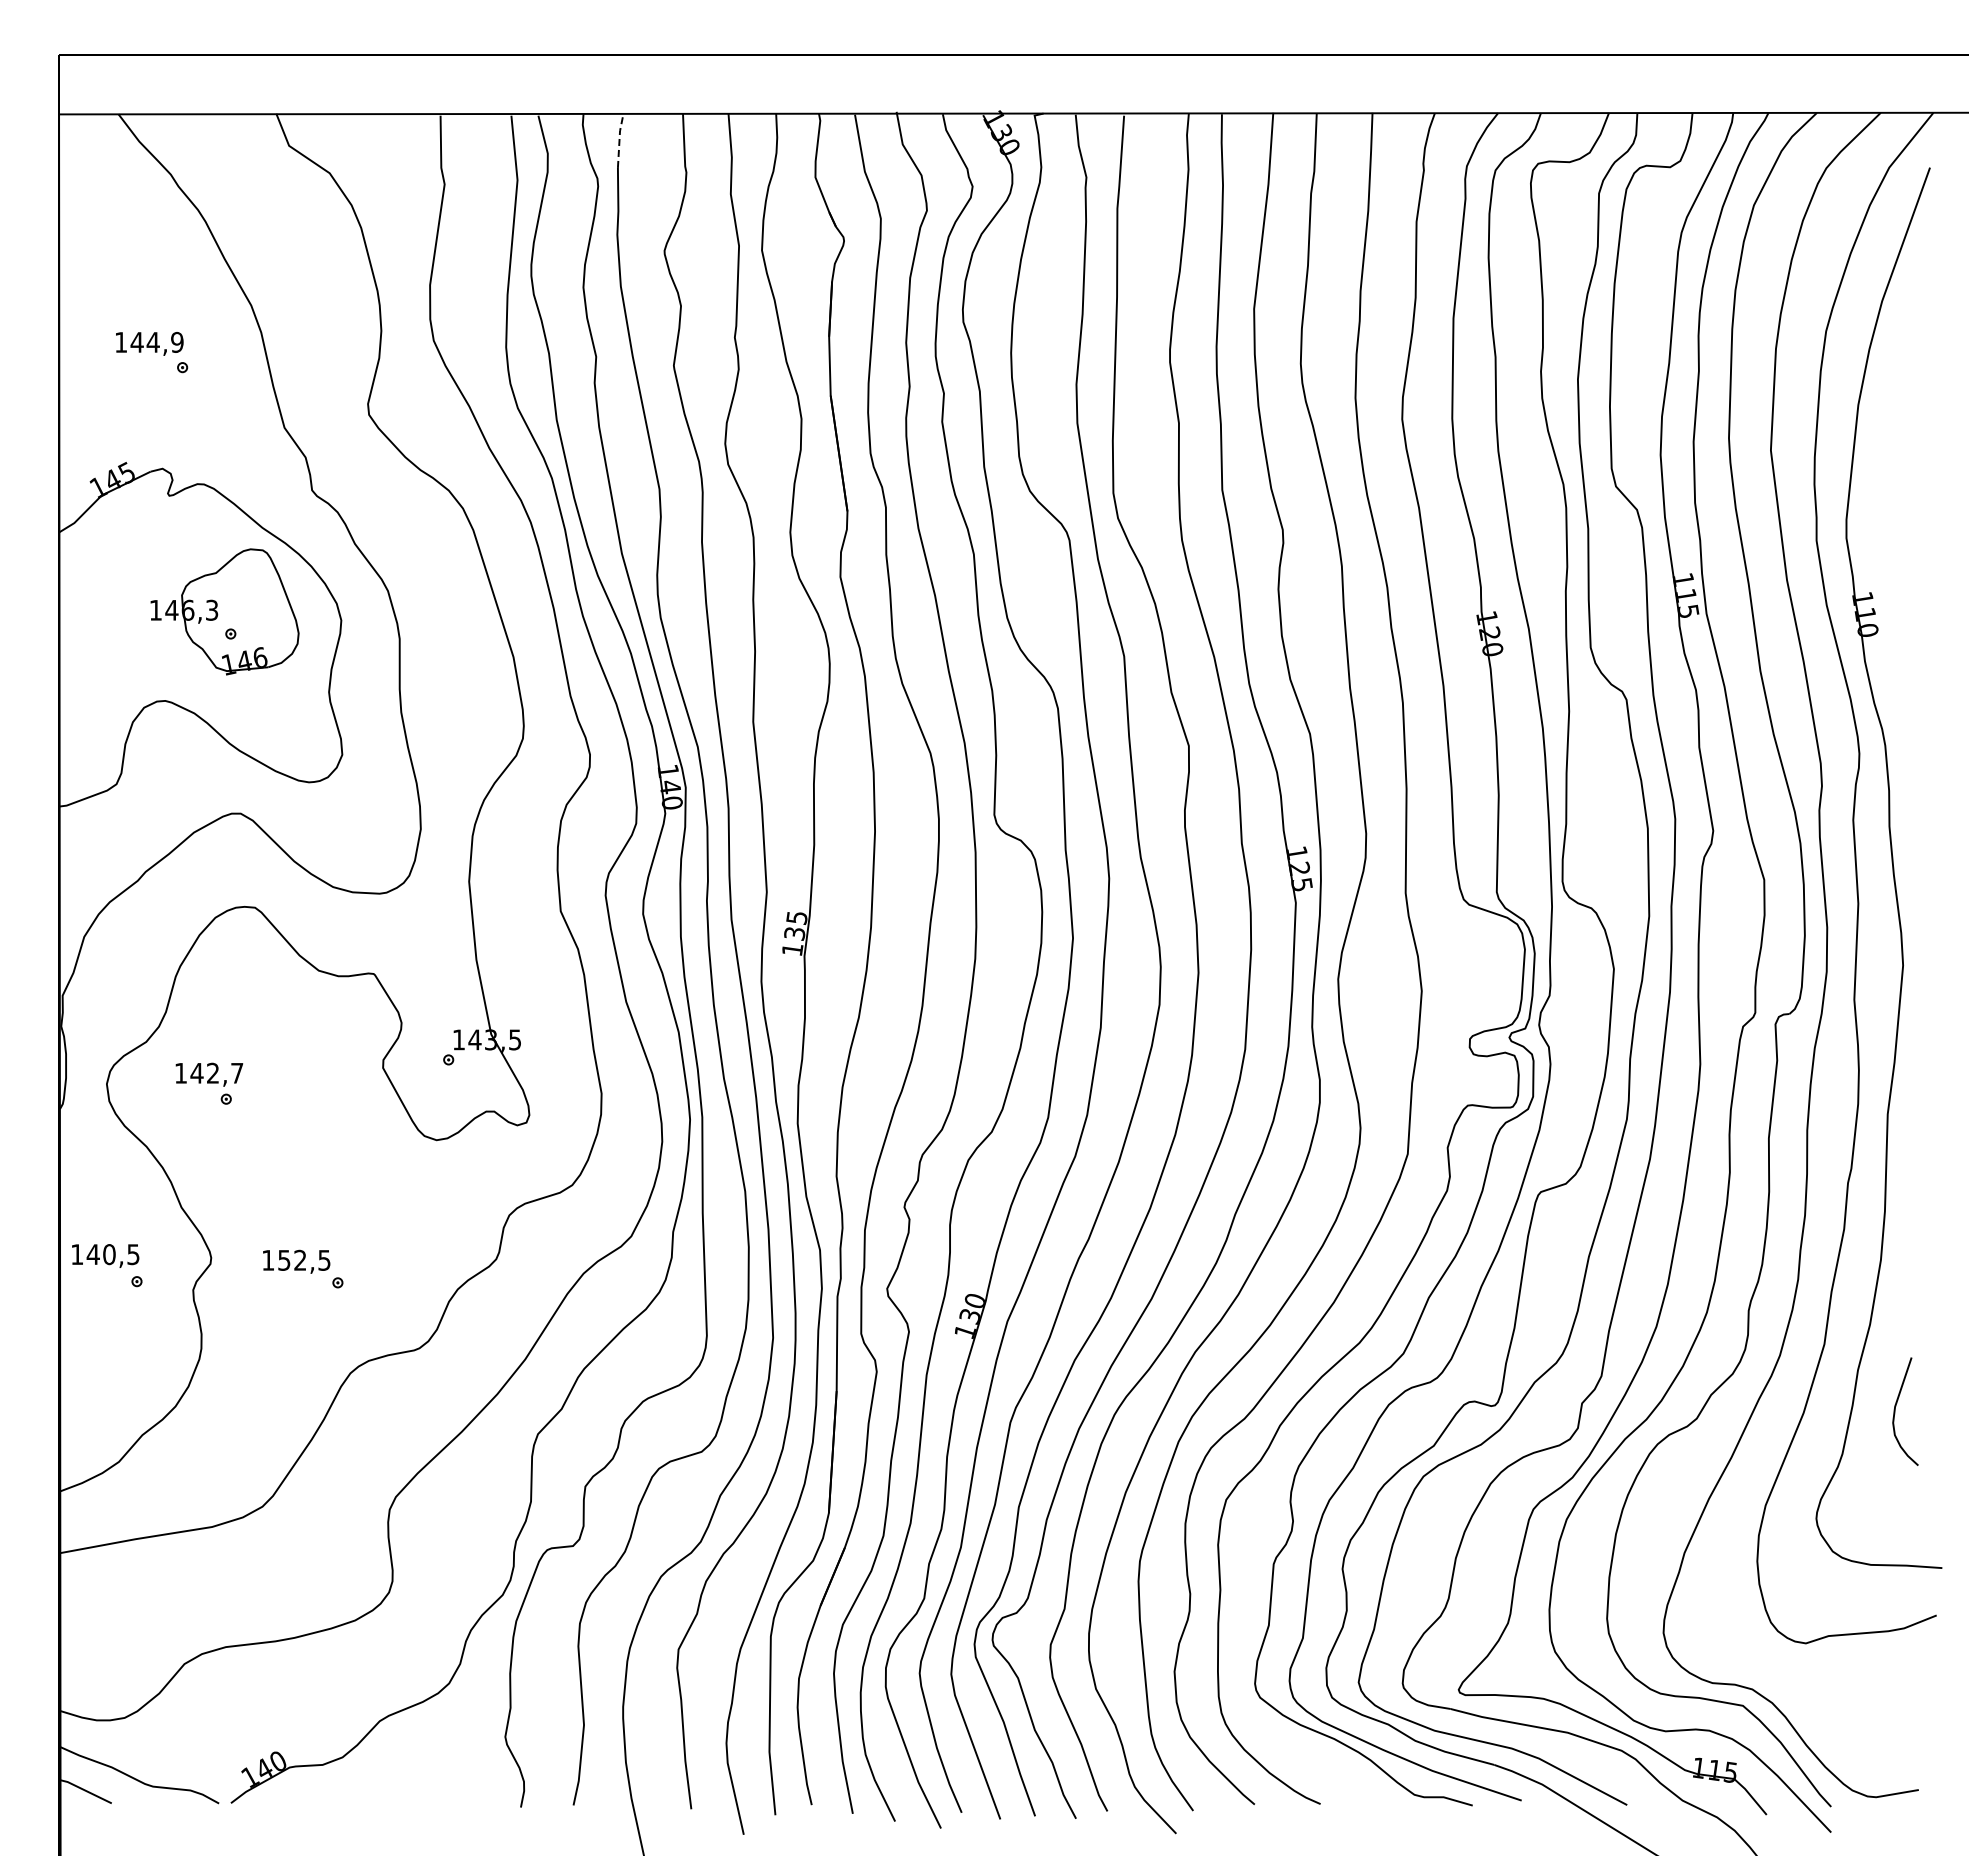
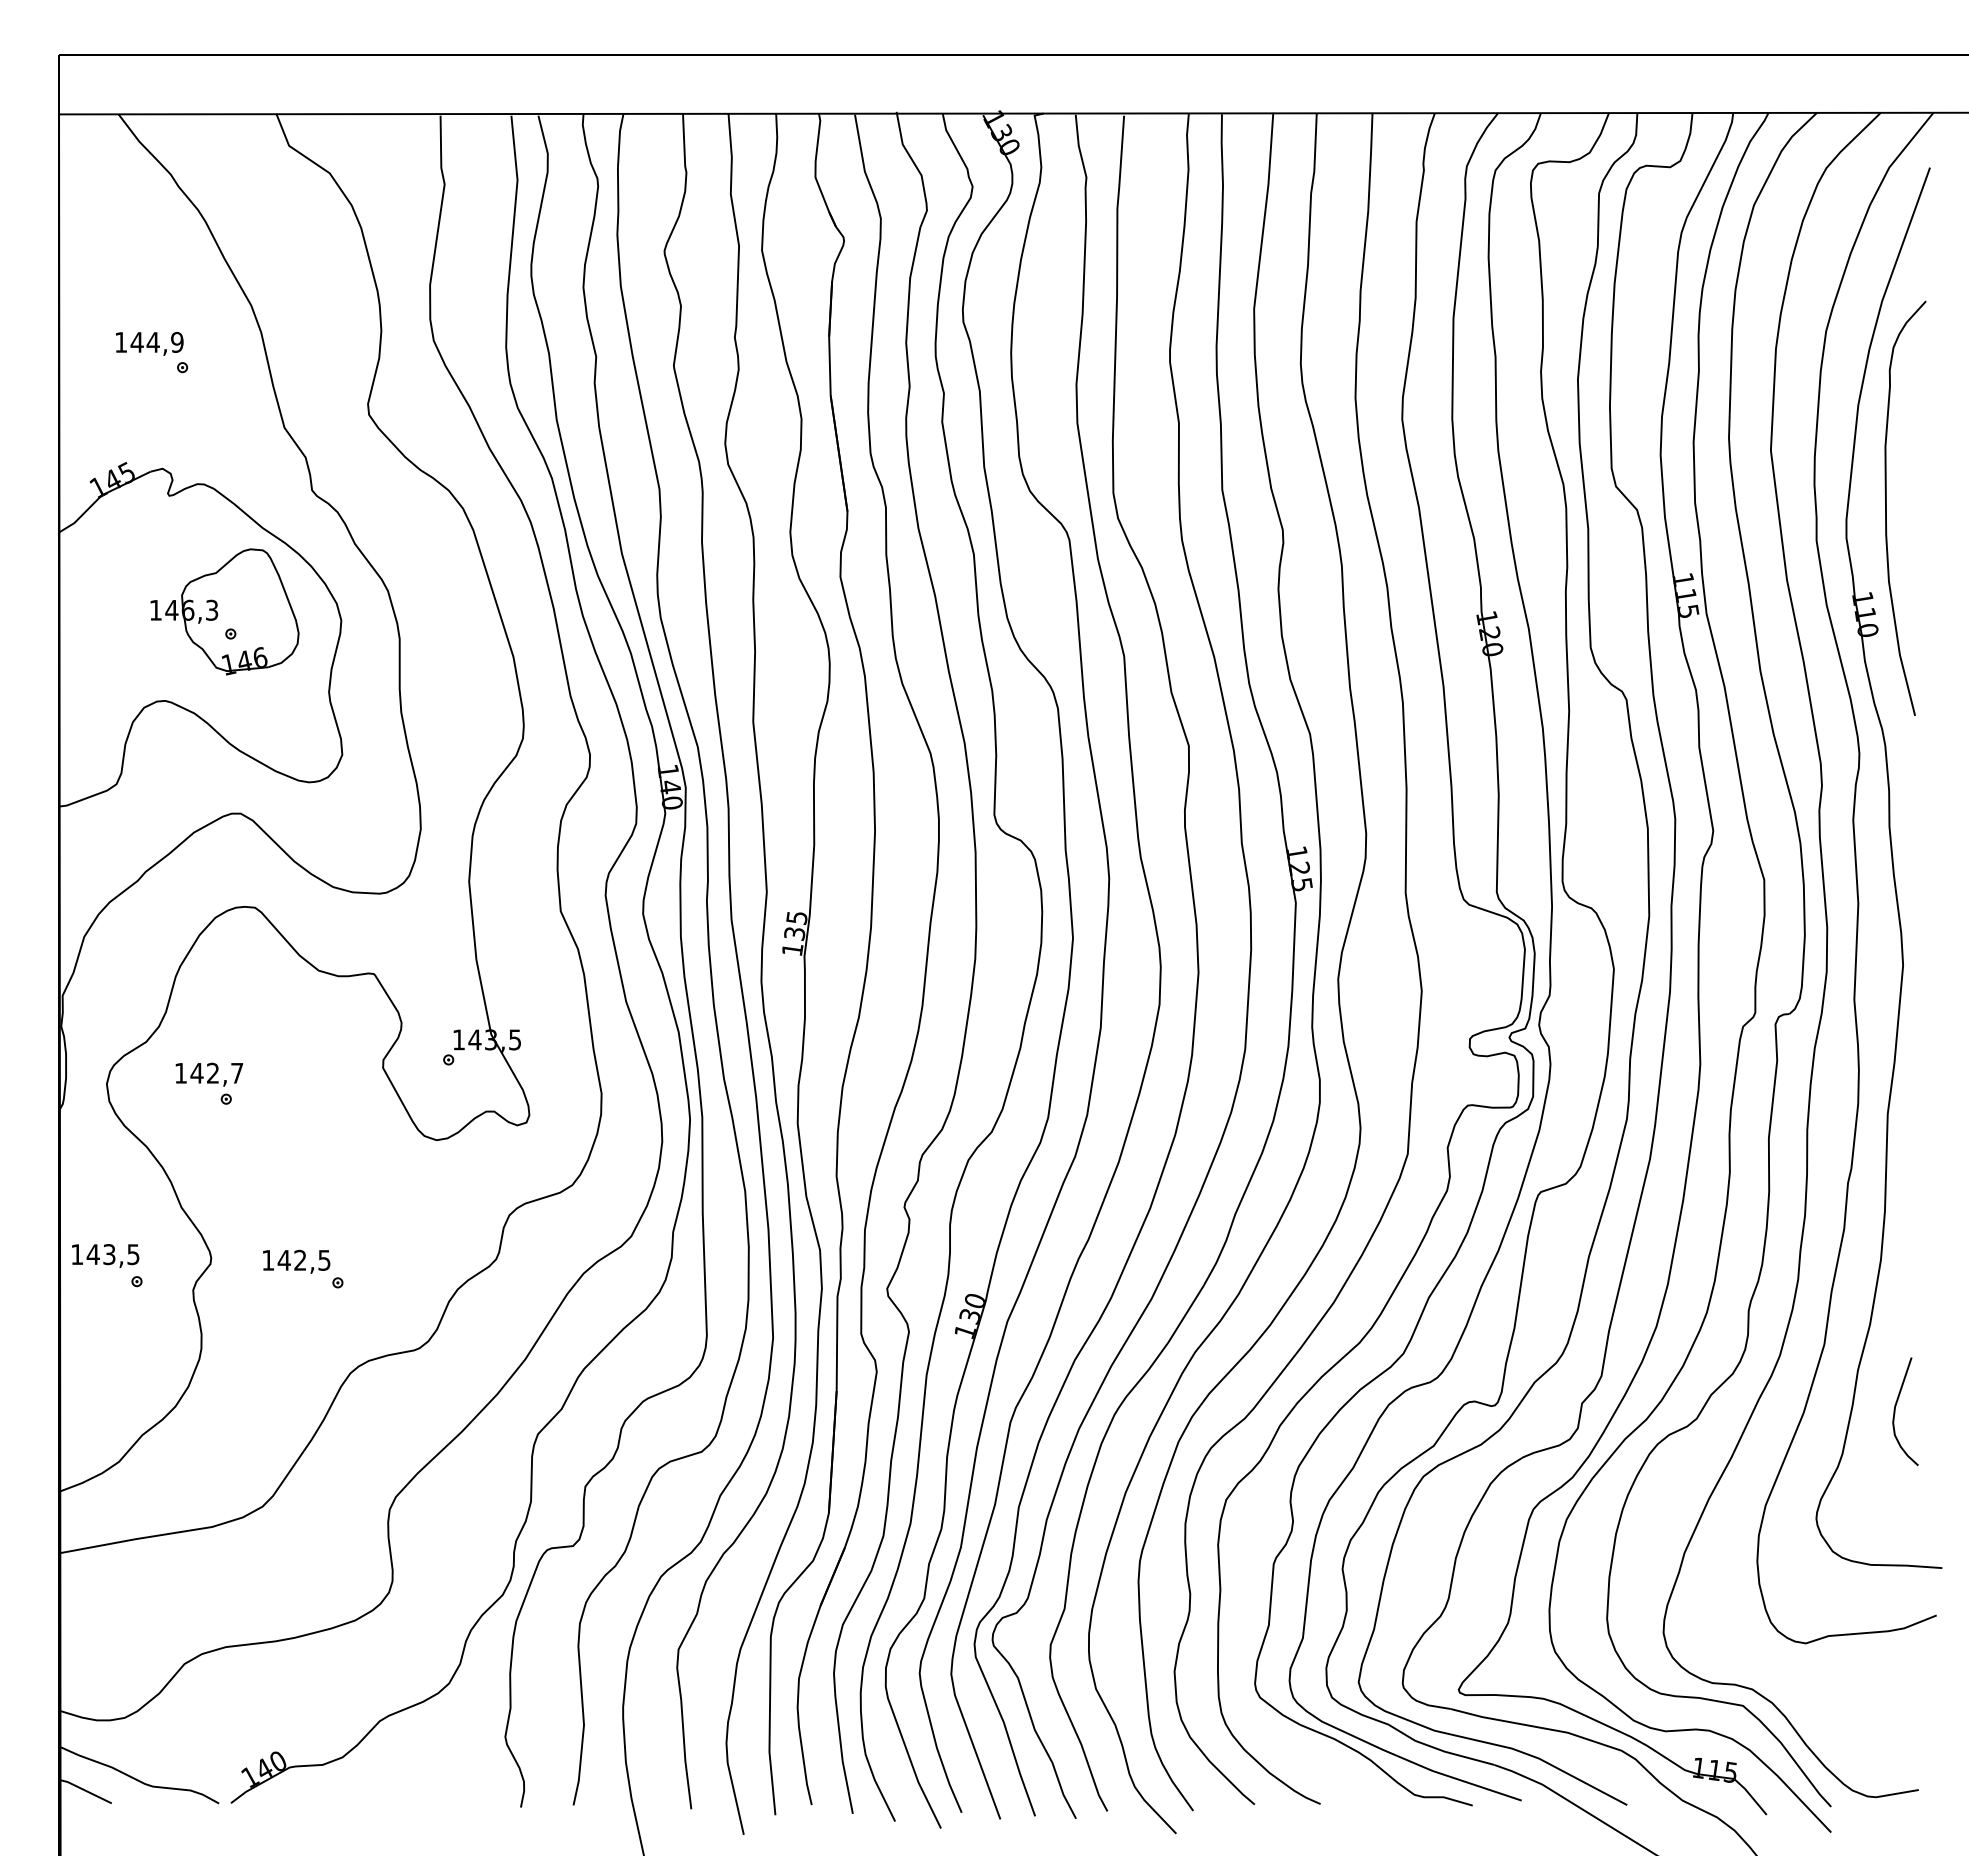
line at (619, 139): dashed -> solid
curve at (1886, 507): none -> present
text at (109, 1254): 140,5 -> 143,5
text at (283, 1260): 152,5 -> 142,5
